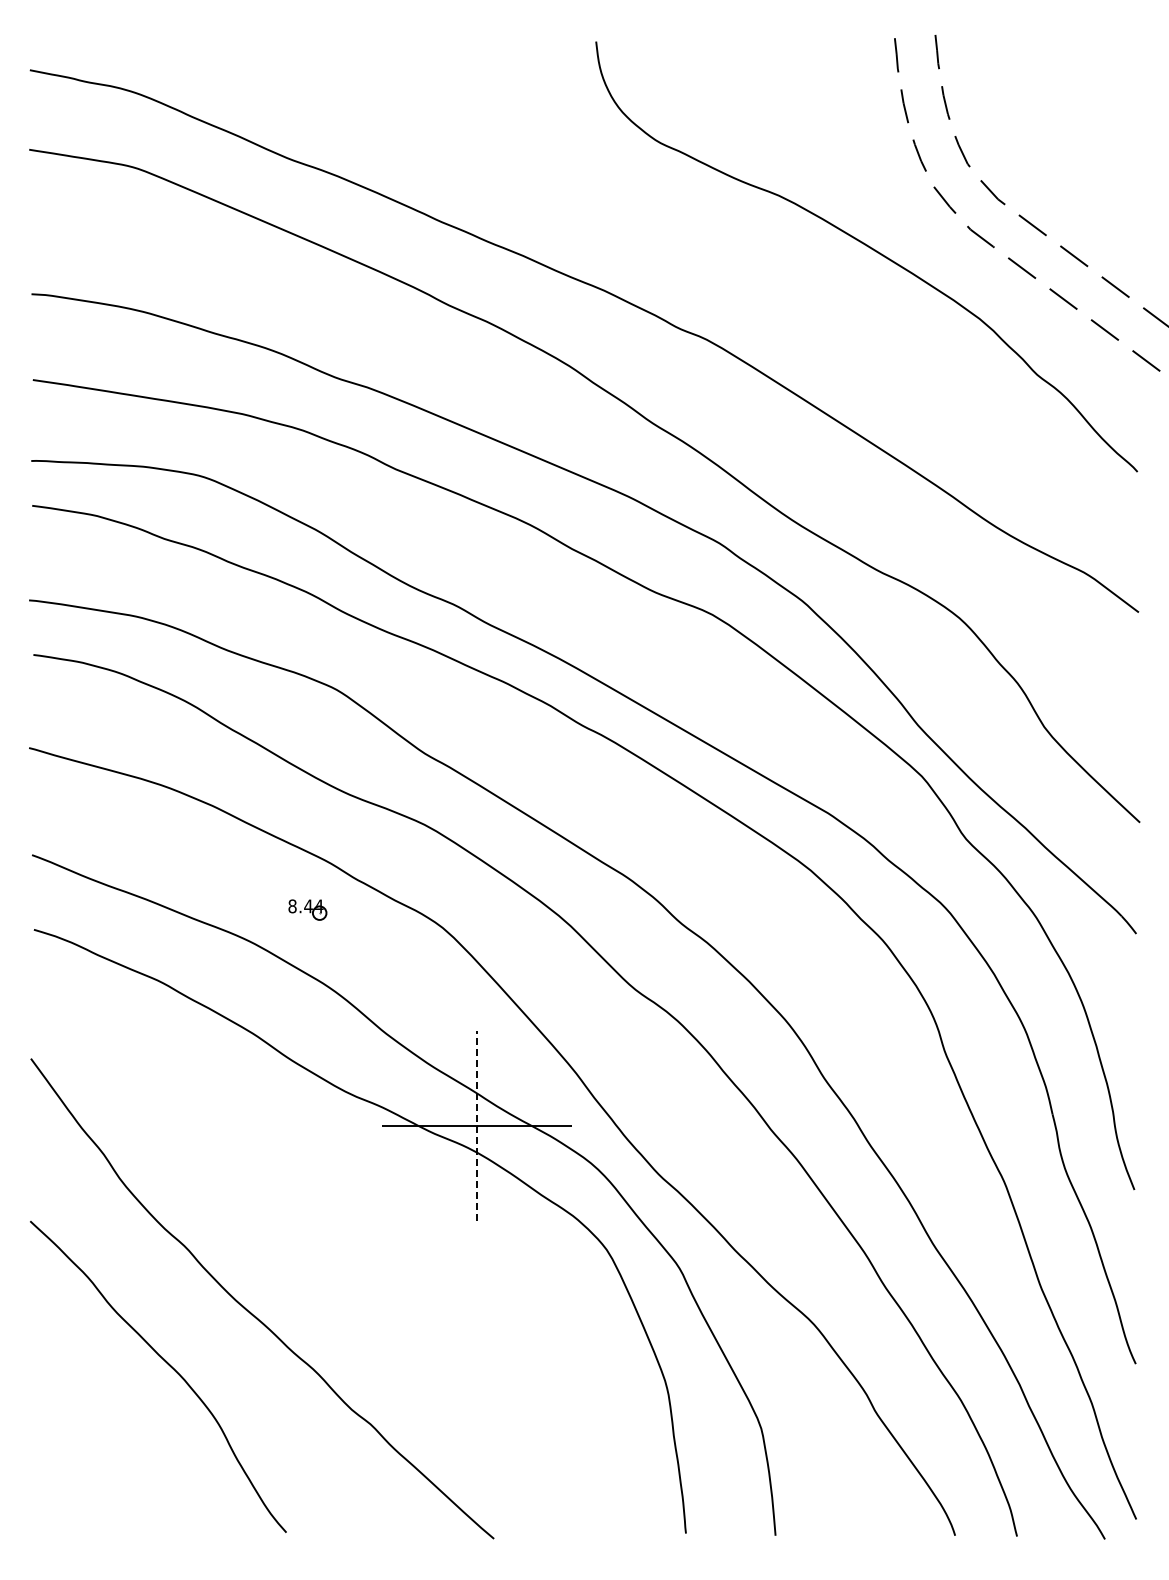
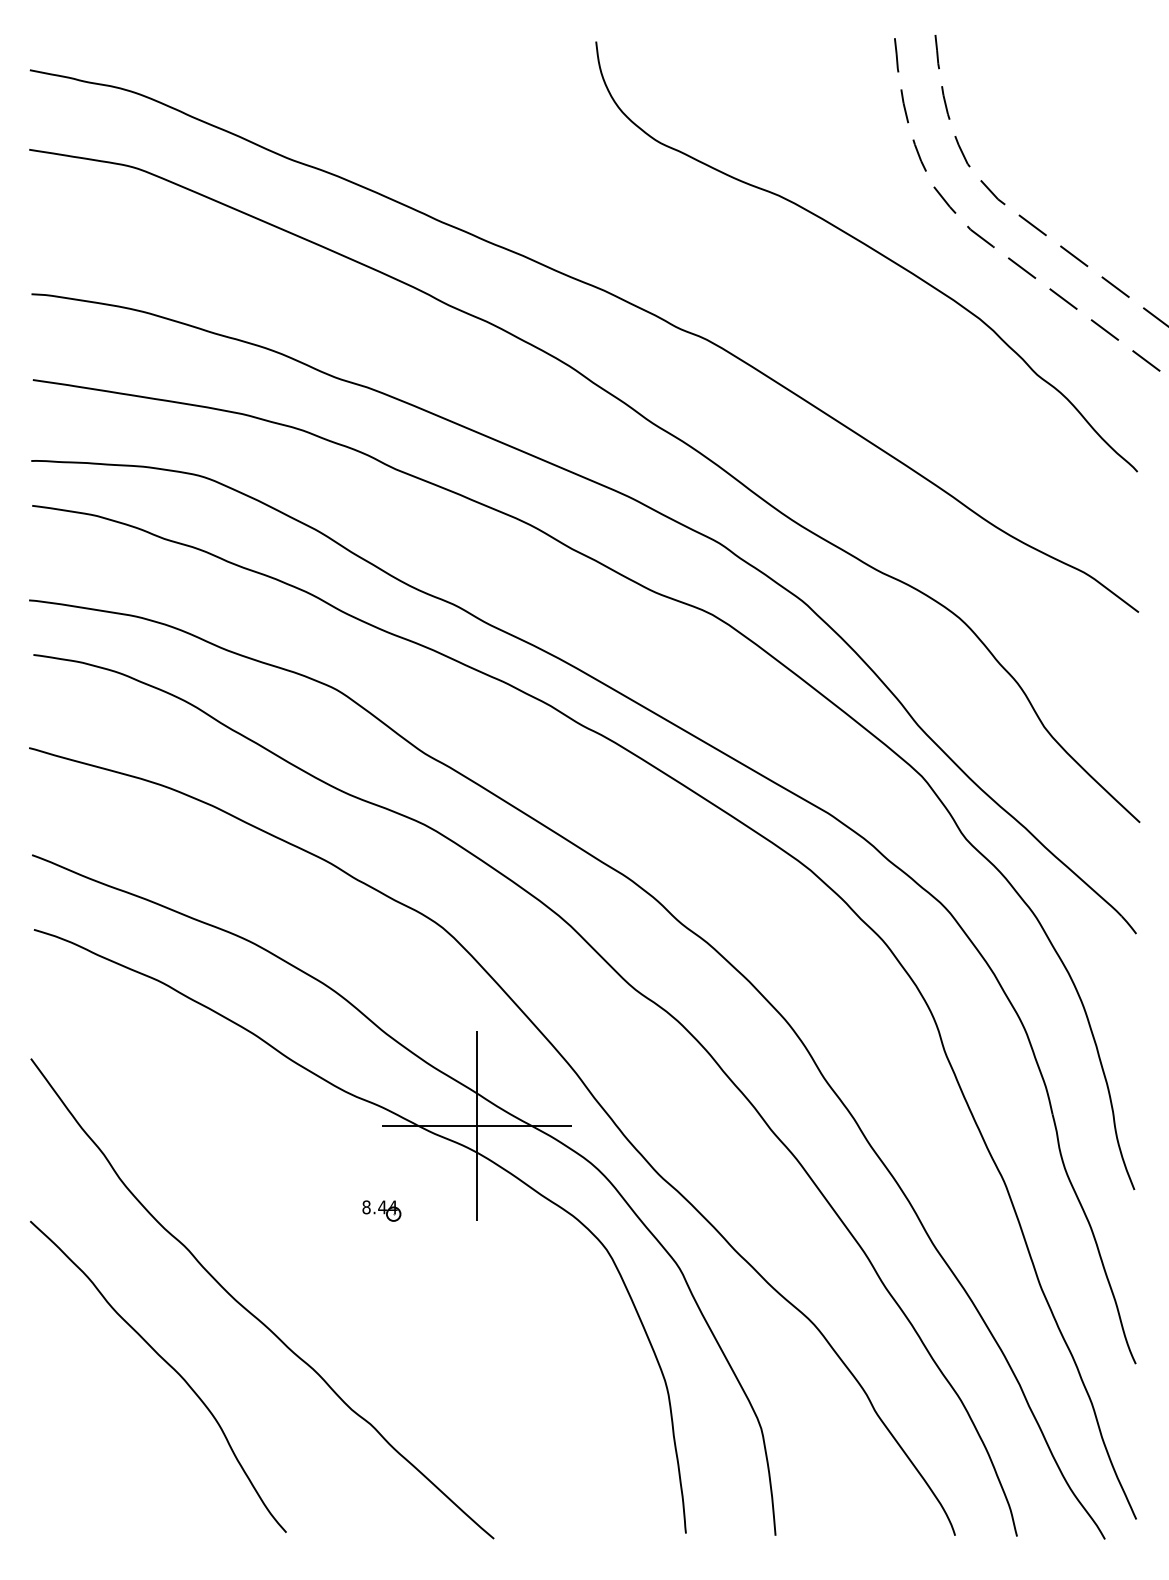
part at (307, 909) position: (307, 909) -> (381, 1210)
line at (477, 1126): dashed -> solid
